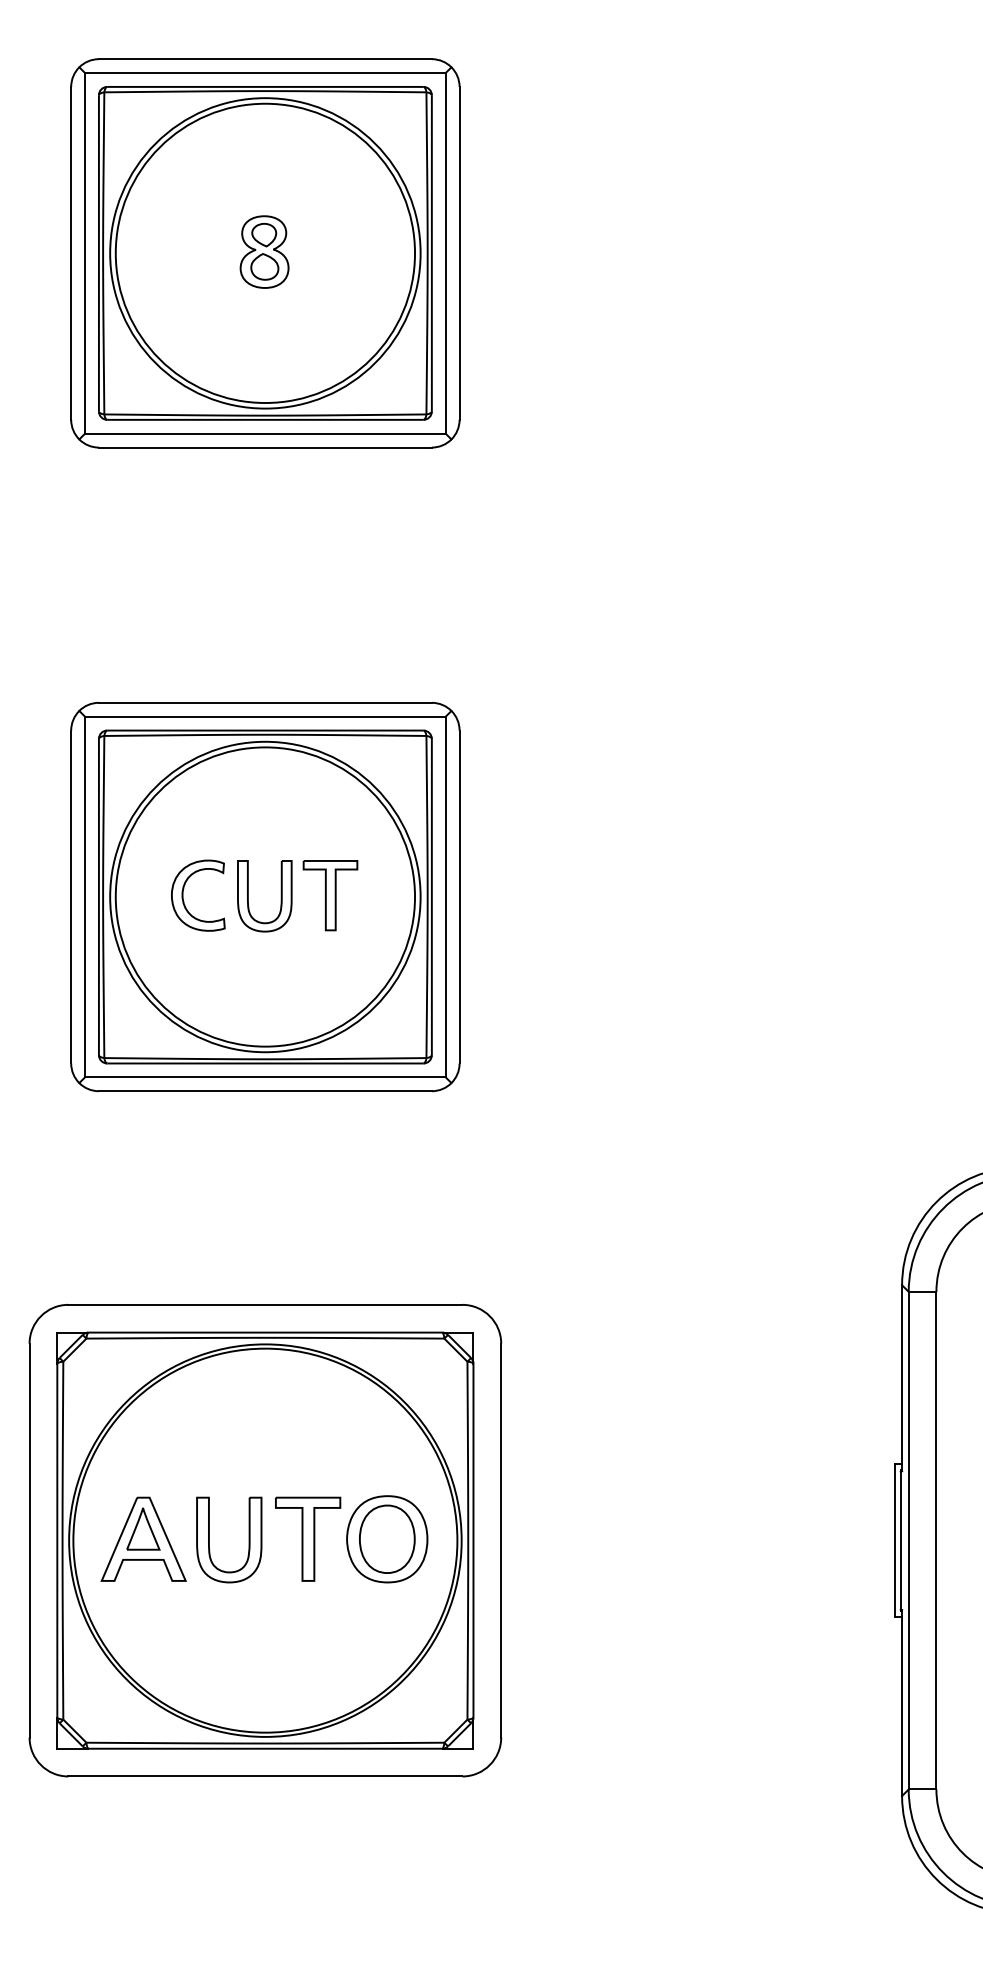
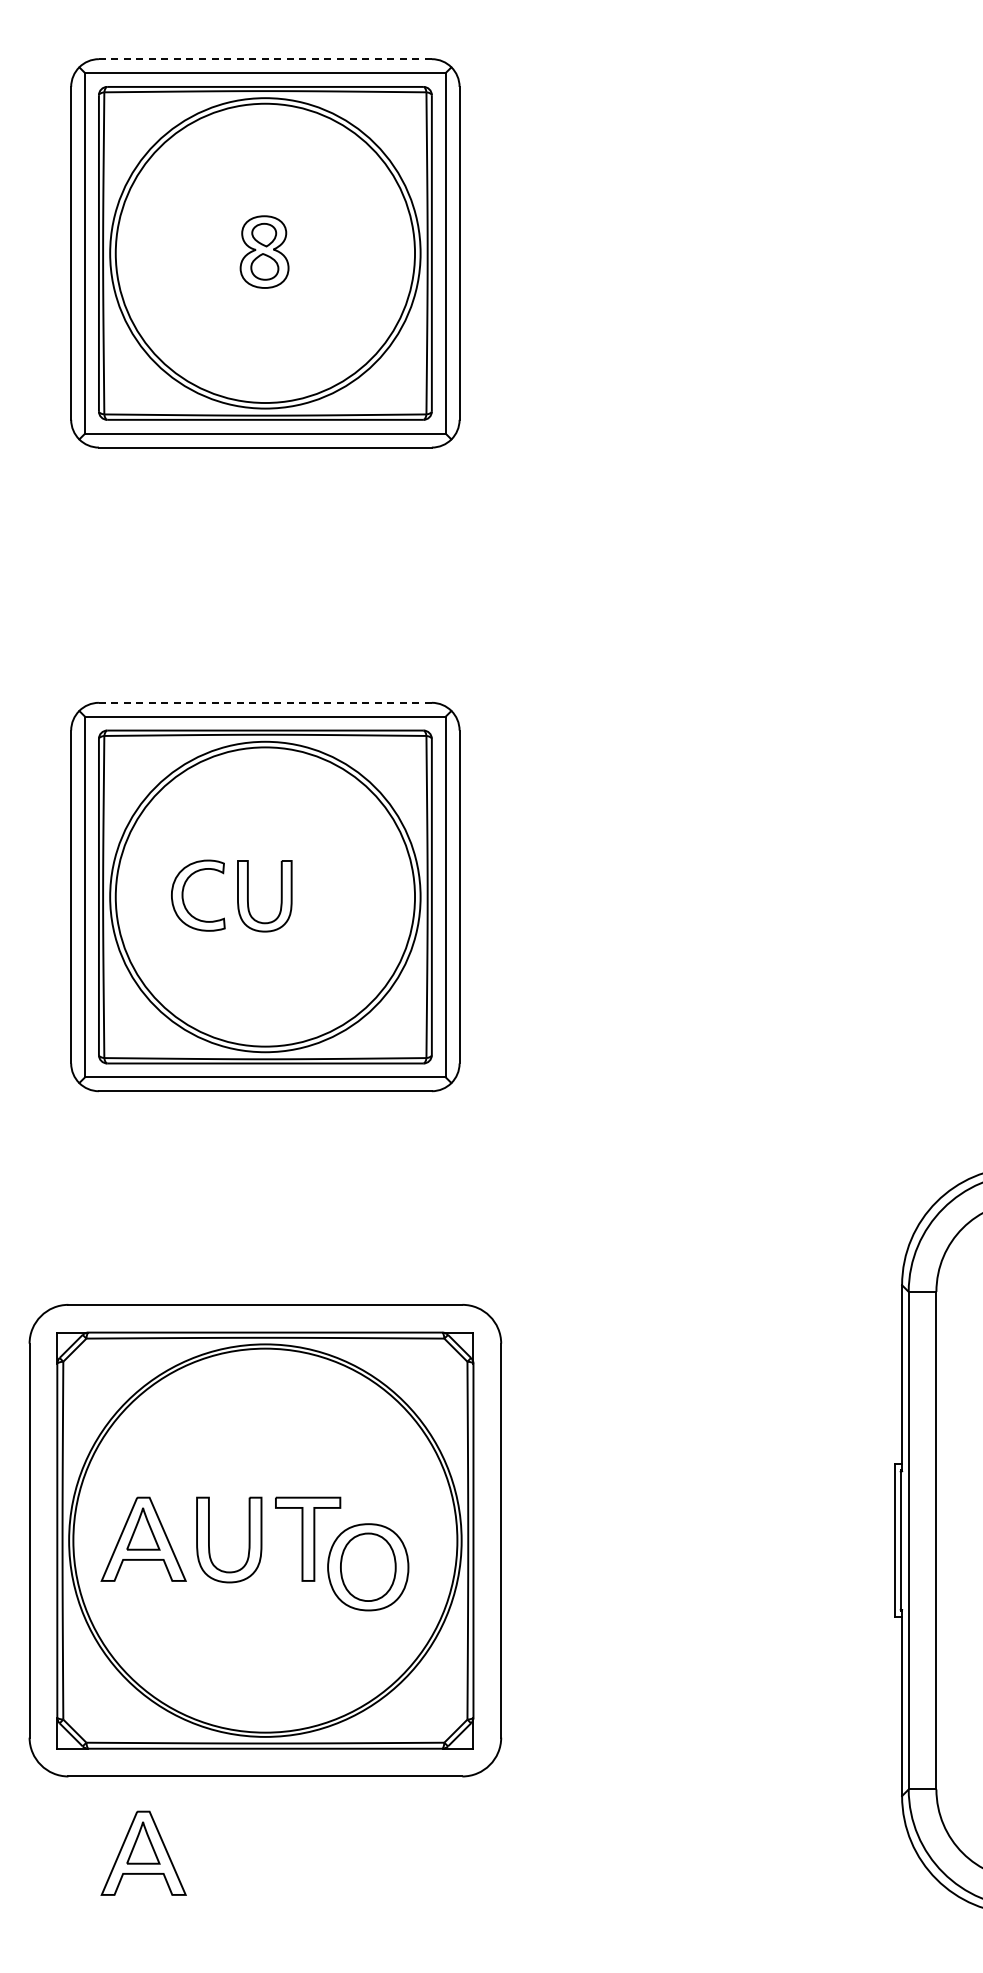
line at (264, 59): solid -> dashed
line at (264, 702): solid -> dashed
part at (330, 895): present -> none
part at (387, 1539) position: (387, 1539) -> (368, 1567)
part at (143, 1852): none -> present
